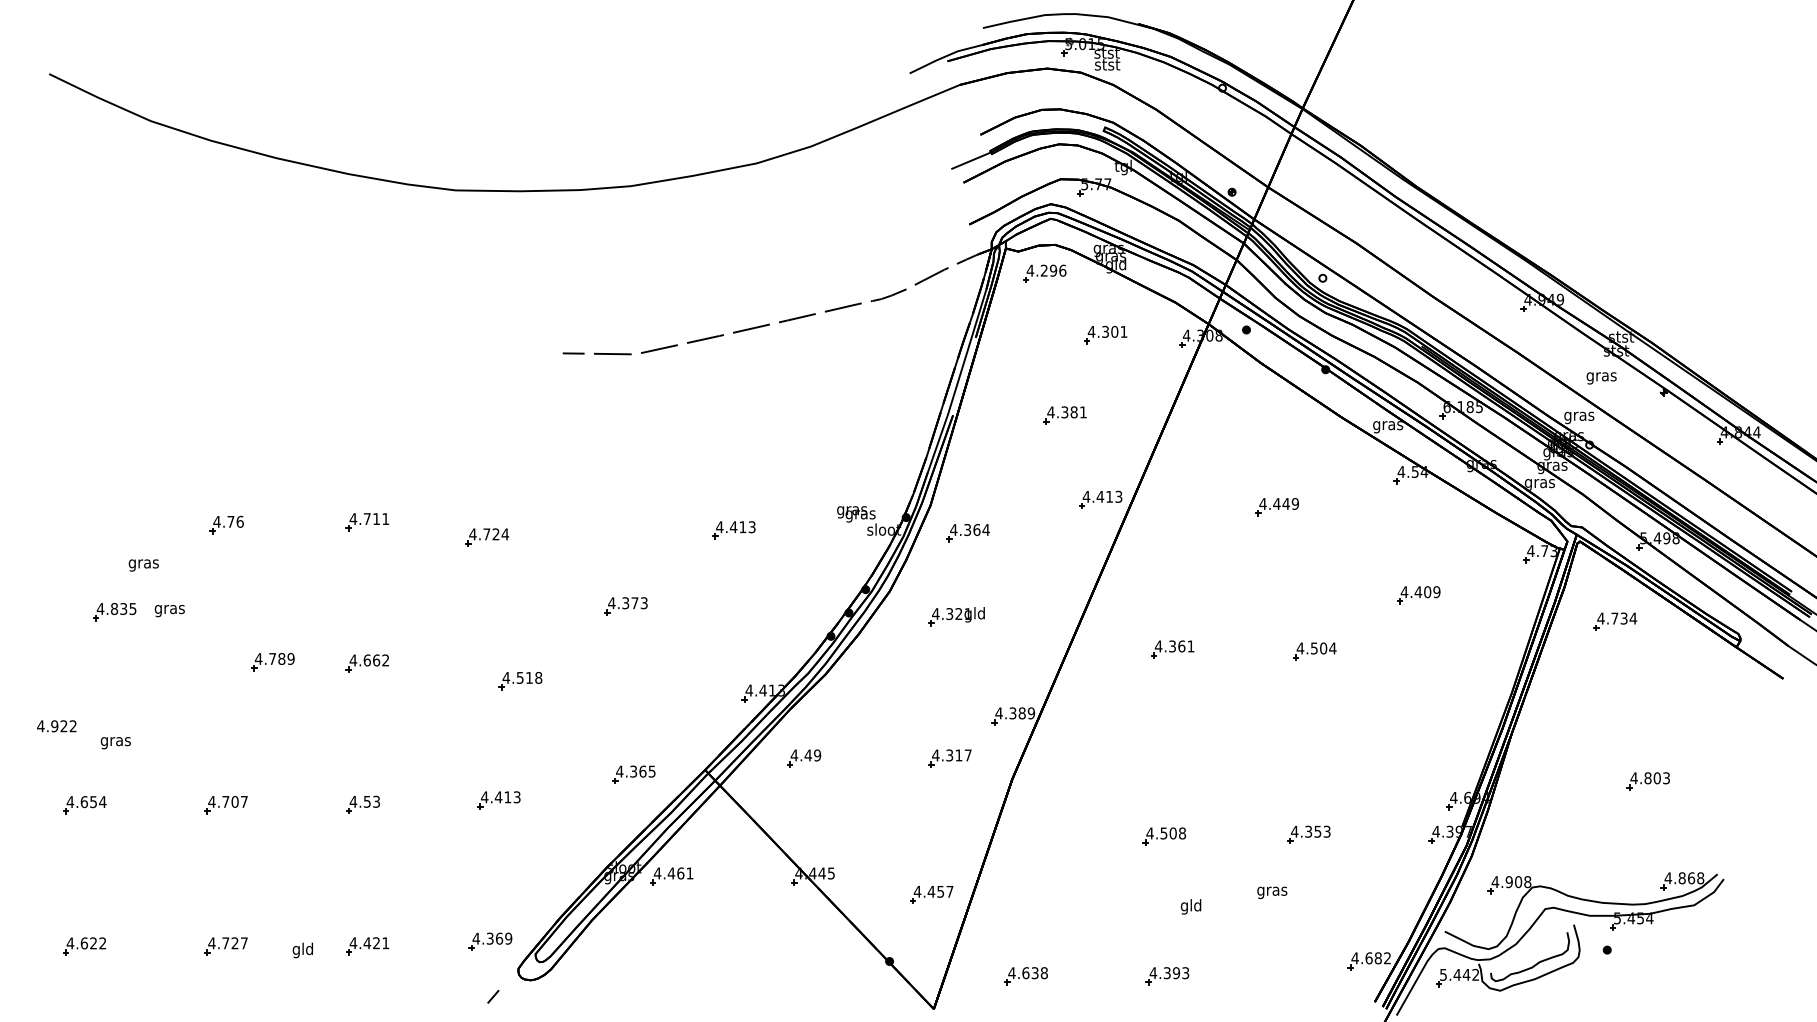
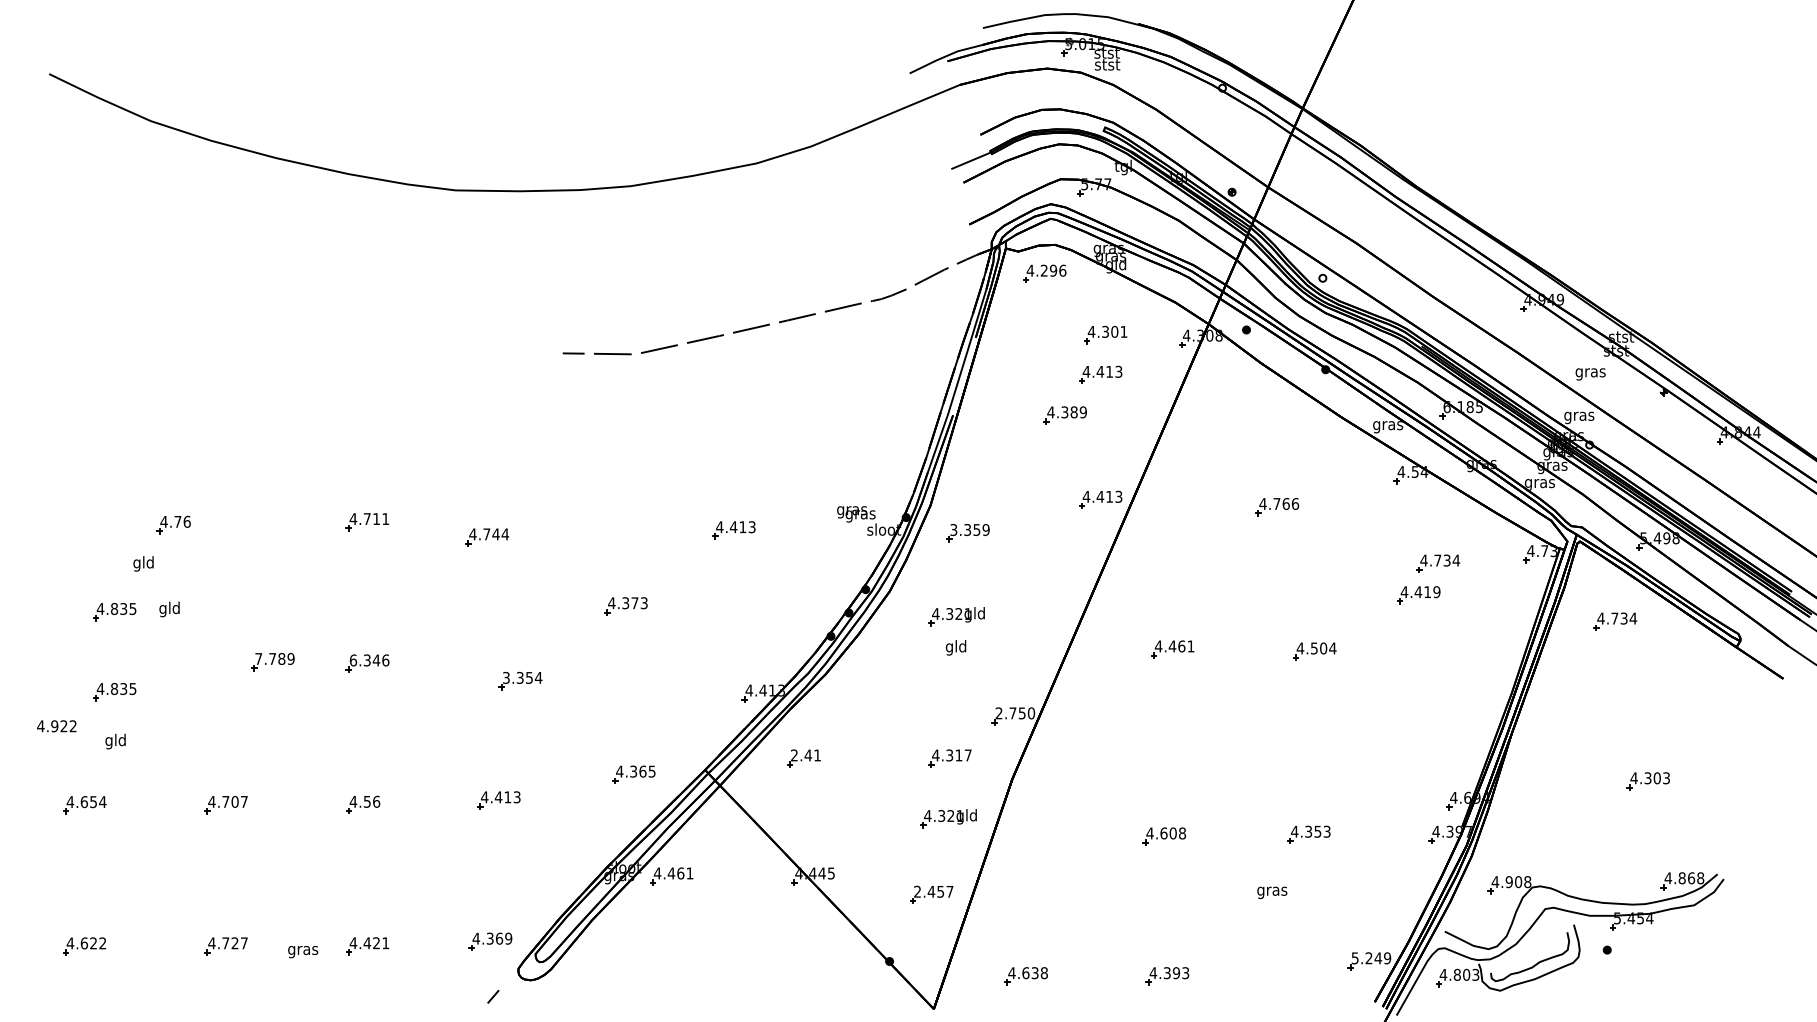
part at (1100, 374): none -> present
text at (1601, 378) position: (1601, 378) -> (1590, 374)
text at (1082, 412): 4.381 -> 4.389
text at (1286, 503): 4.449 -> 4.766
part at (226, 524) position: (226, 524) -> (173, 524)
text at (969, 530): 4.364 -> 3.359
text at (495, 534): 4.724 -> 4.744
text at (143, 563): gras -> gld
part at (1438, 563): none -> present
text at (1427, 592): 4.409 -> 4.419
text at (169, 609): gras -> gld
text at (1172, 646): 4.361 -> 4.461
text at (258, 658): 4.789 -> 7.789
text at (369, 660): 4.662 -> 6.346
text at (522, 677): 4.518 -> 3.354
part at (114, 692): none -> present
text at (1014, 713): 4.389 -> 2.750
text at (115, 741): gras -> gld
text at (805, 755): 4.49 -> 2.41
text at (1647, 778): 4.803 -> 4.303
text at (376, 801): 4.53 -> 4.56
part at (948, 818): none -> present
text at (1163, 833): 4.508 -> 4.608
text at (917, 891): 4.457 -> 2.457
text at (1190, 906) position: (1190, 906) -> (955, 647)
text at (303, 950): gld -> gras
text at (1371, 958): 4.682 -> 5.249
text at (1459, 974): 5.442 -> 4.803
